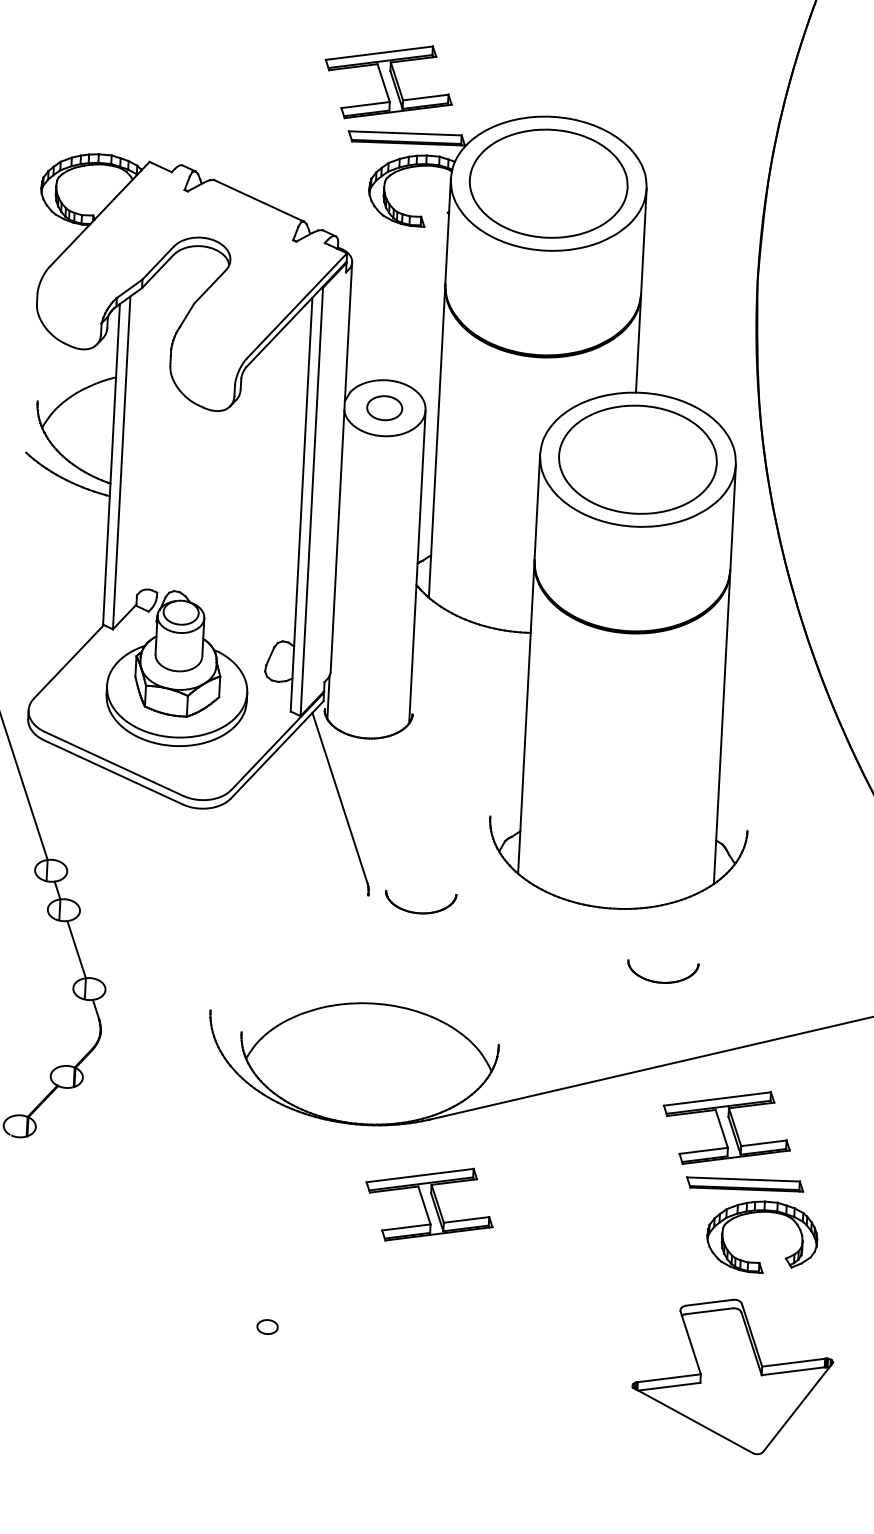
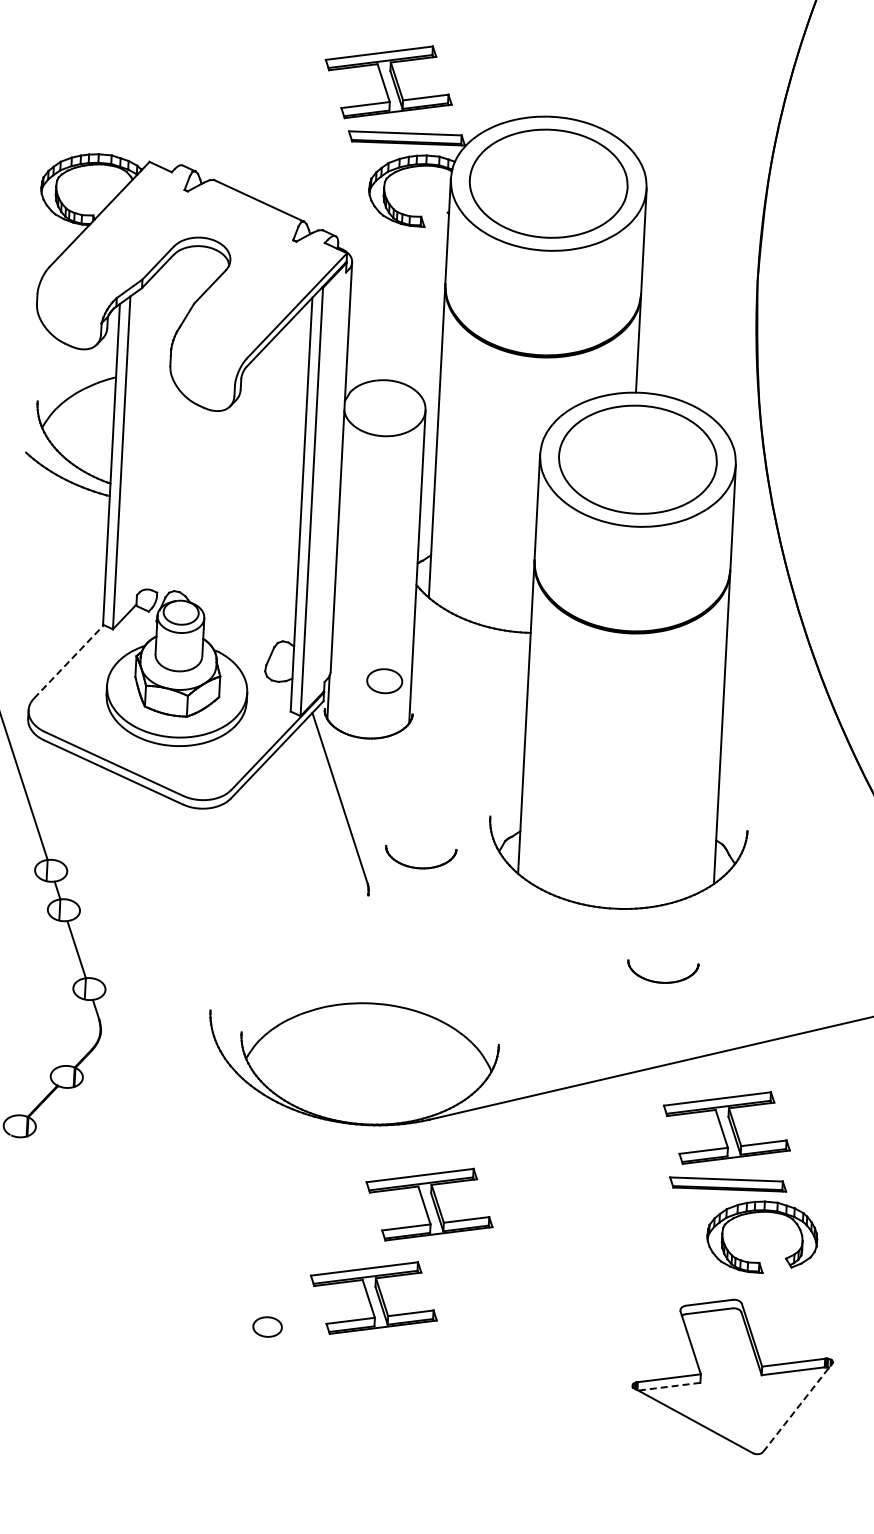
part at (384, 408) position: (384, 408) -> (384, 681)
line at (68, 661): solid -> dashed
part at (421, 912) position: (421, 912) -> (421, 867)
part at (745, 1184) position: (745, 1184) -> (728, 1184)
part at (373, 1297): none -> present
part at (267, 1326) size: 23x16 px -> 31x22 px
line at (668, 1386): solid -> dashed
line at (798, 1407): solid -> dashed
